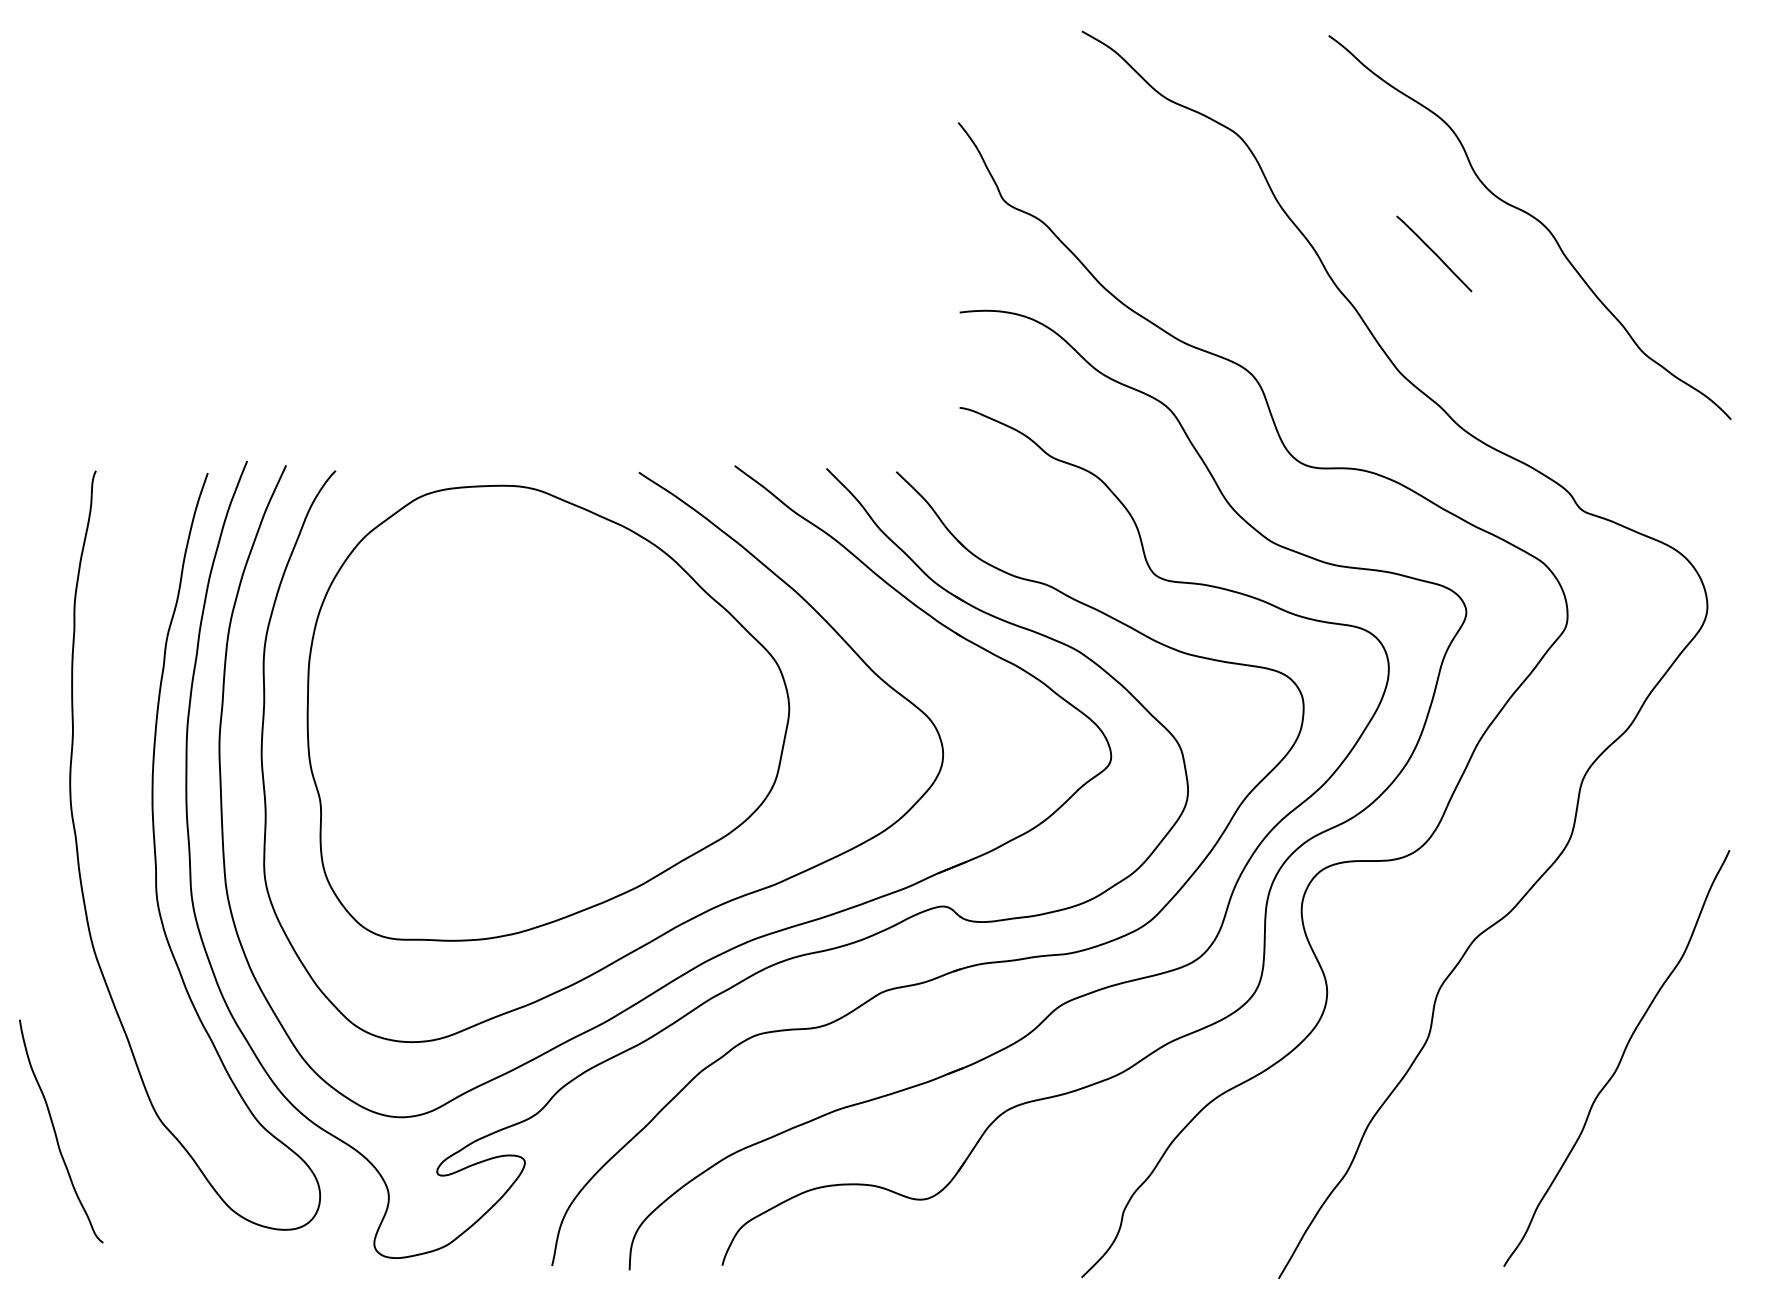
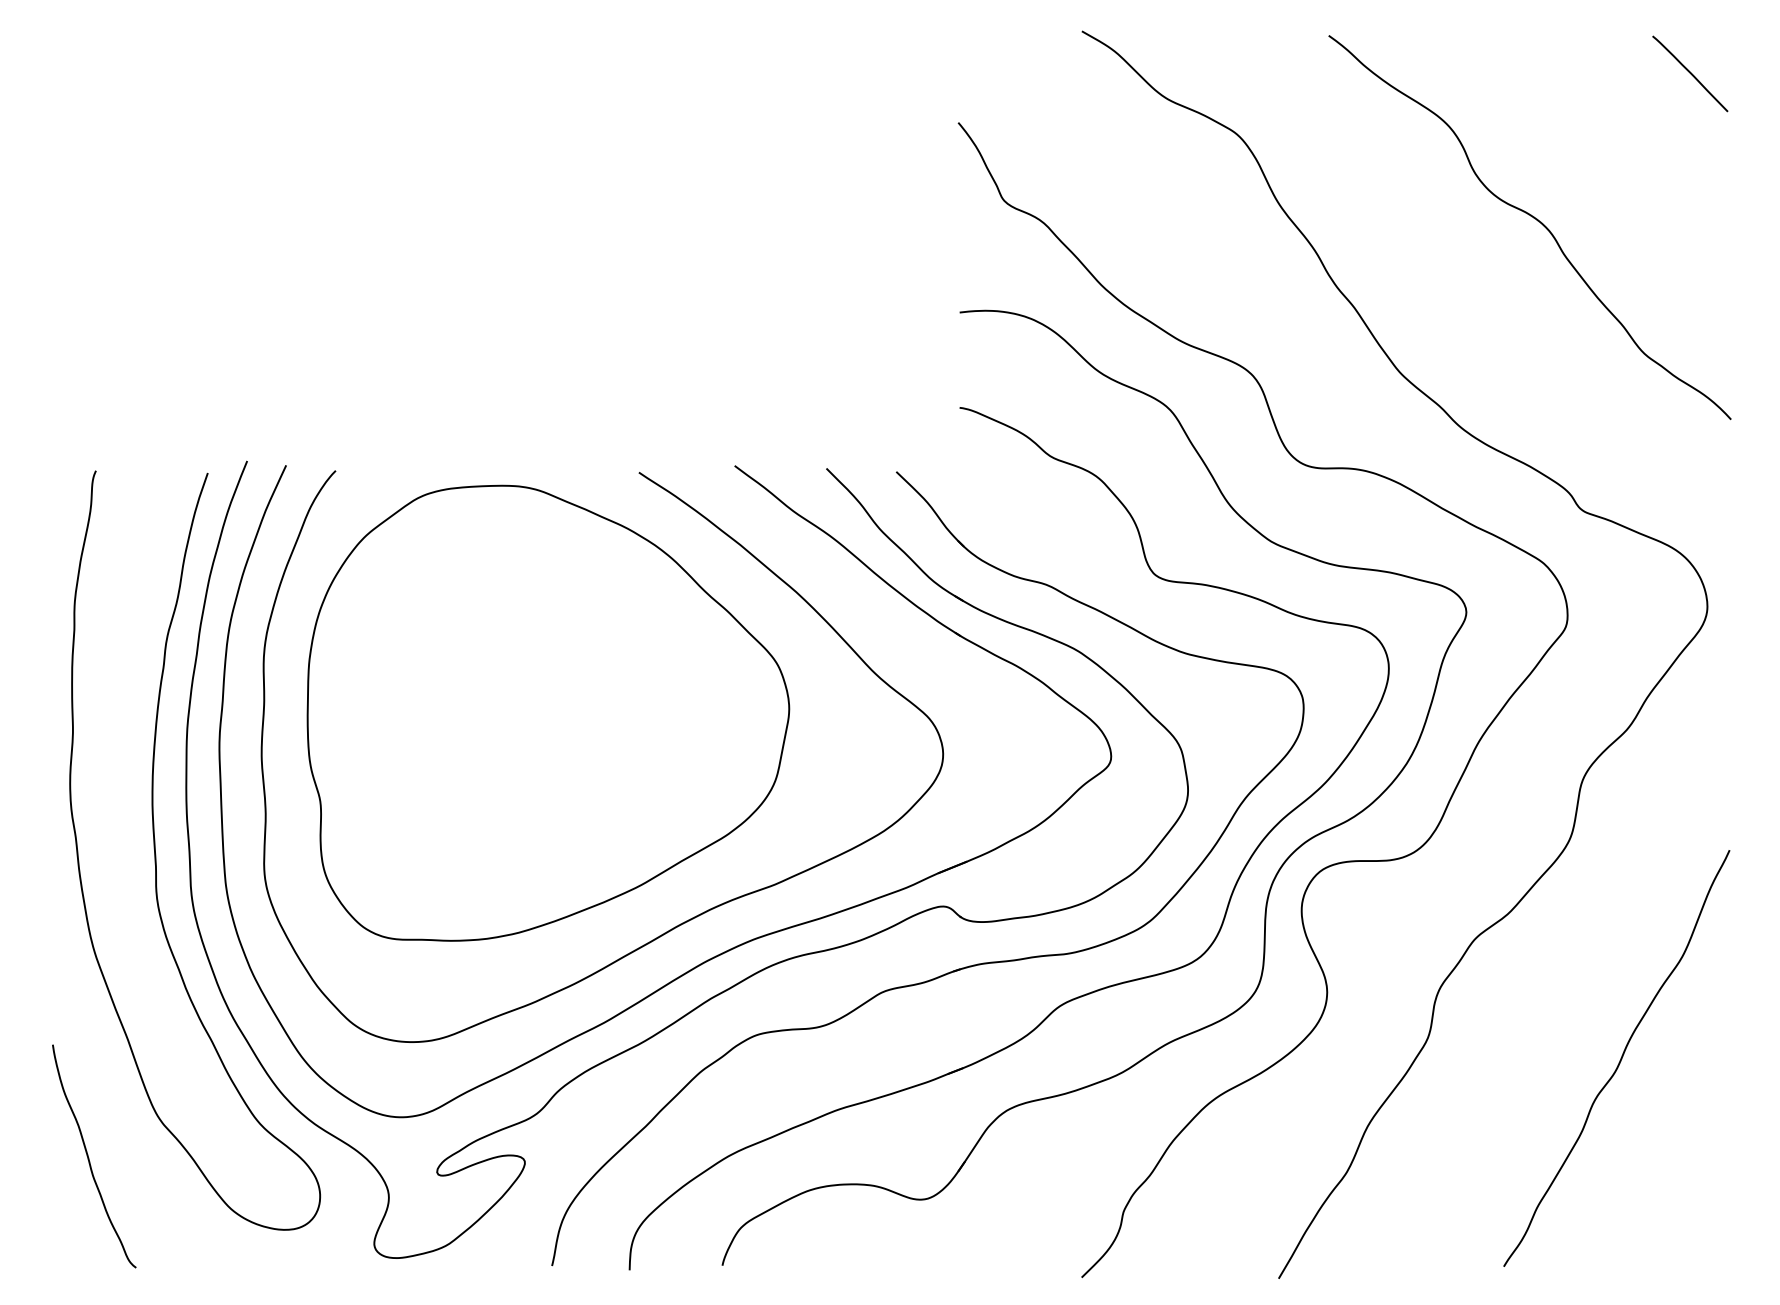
line at (1434, 253) position: (1434, 253) -> (1690, 73)
curve at (56, 1132) position: (56, 1132) -> (89, 1157)
